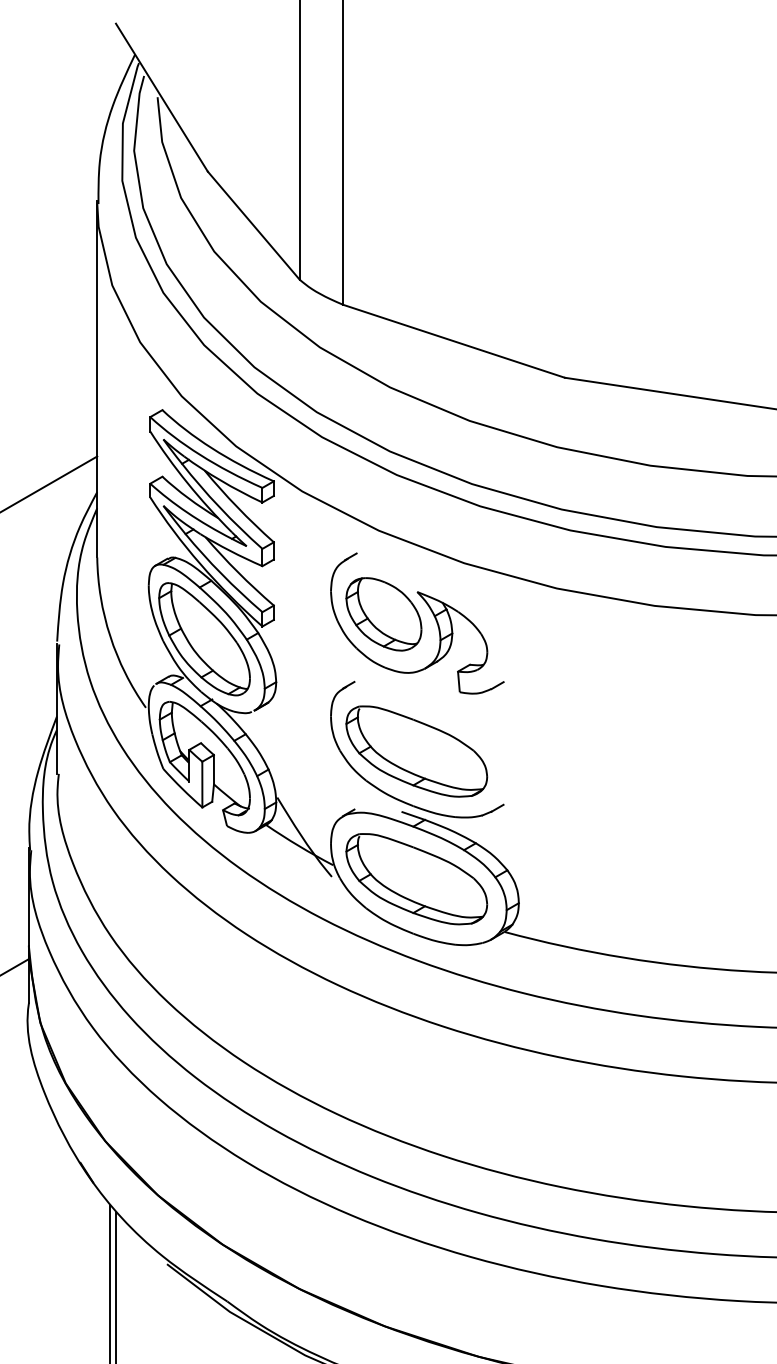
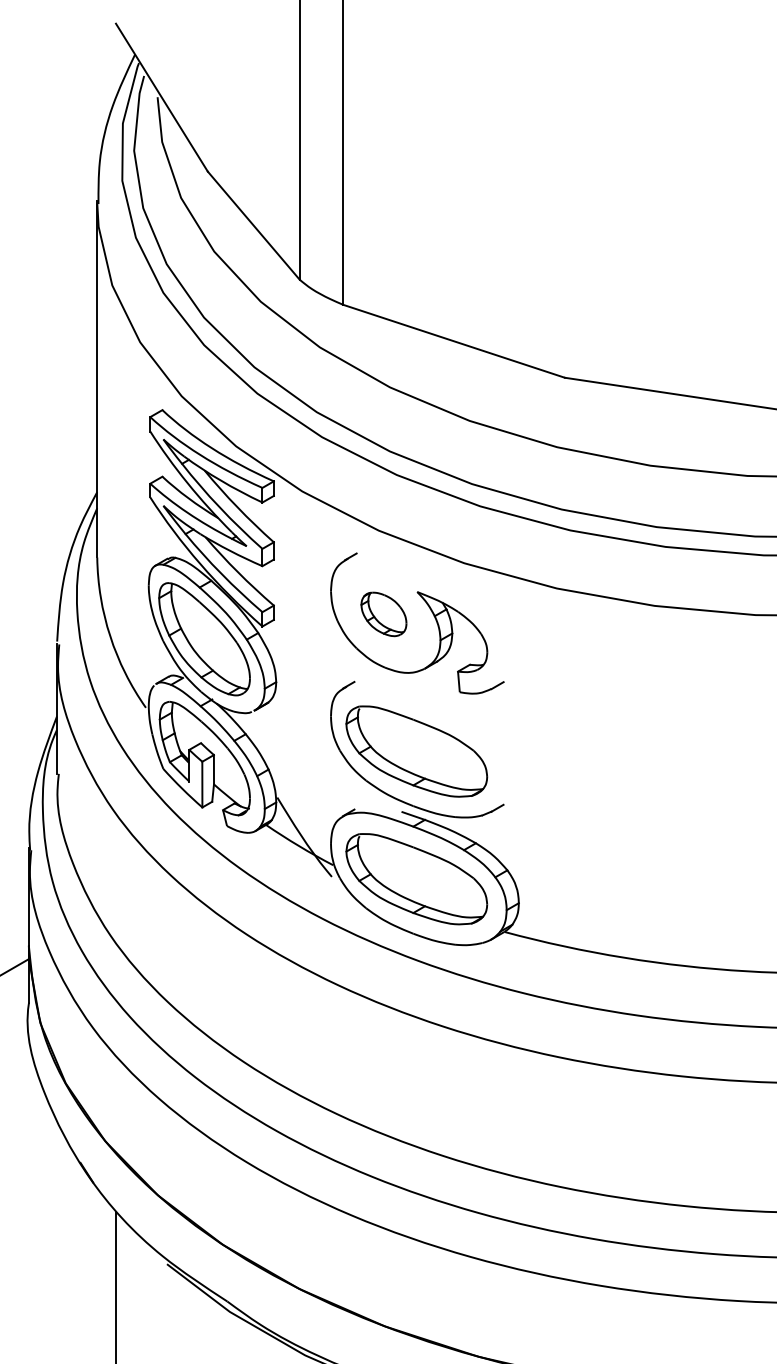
line at (49, 483): present -> none
part at (383, 614) size: 78x75 px -> 48x47 px
line at (109, 1282): present -> none
